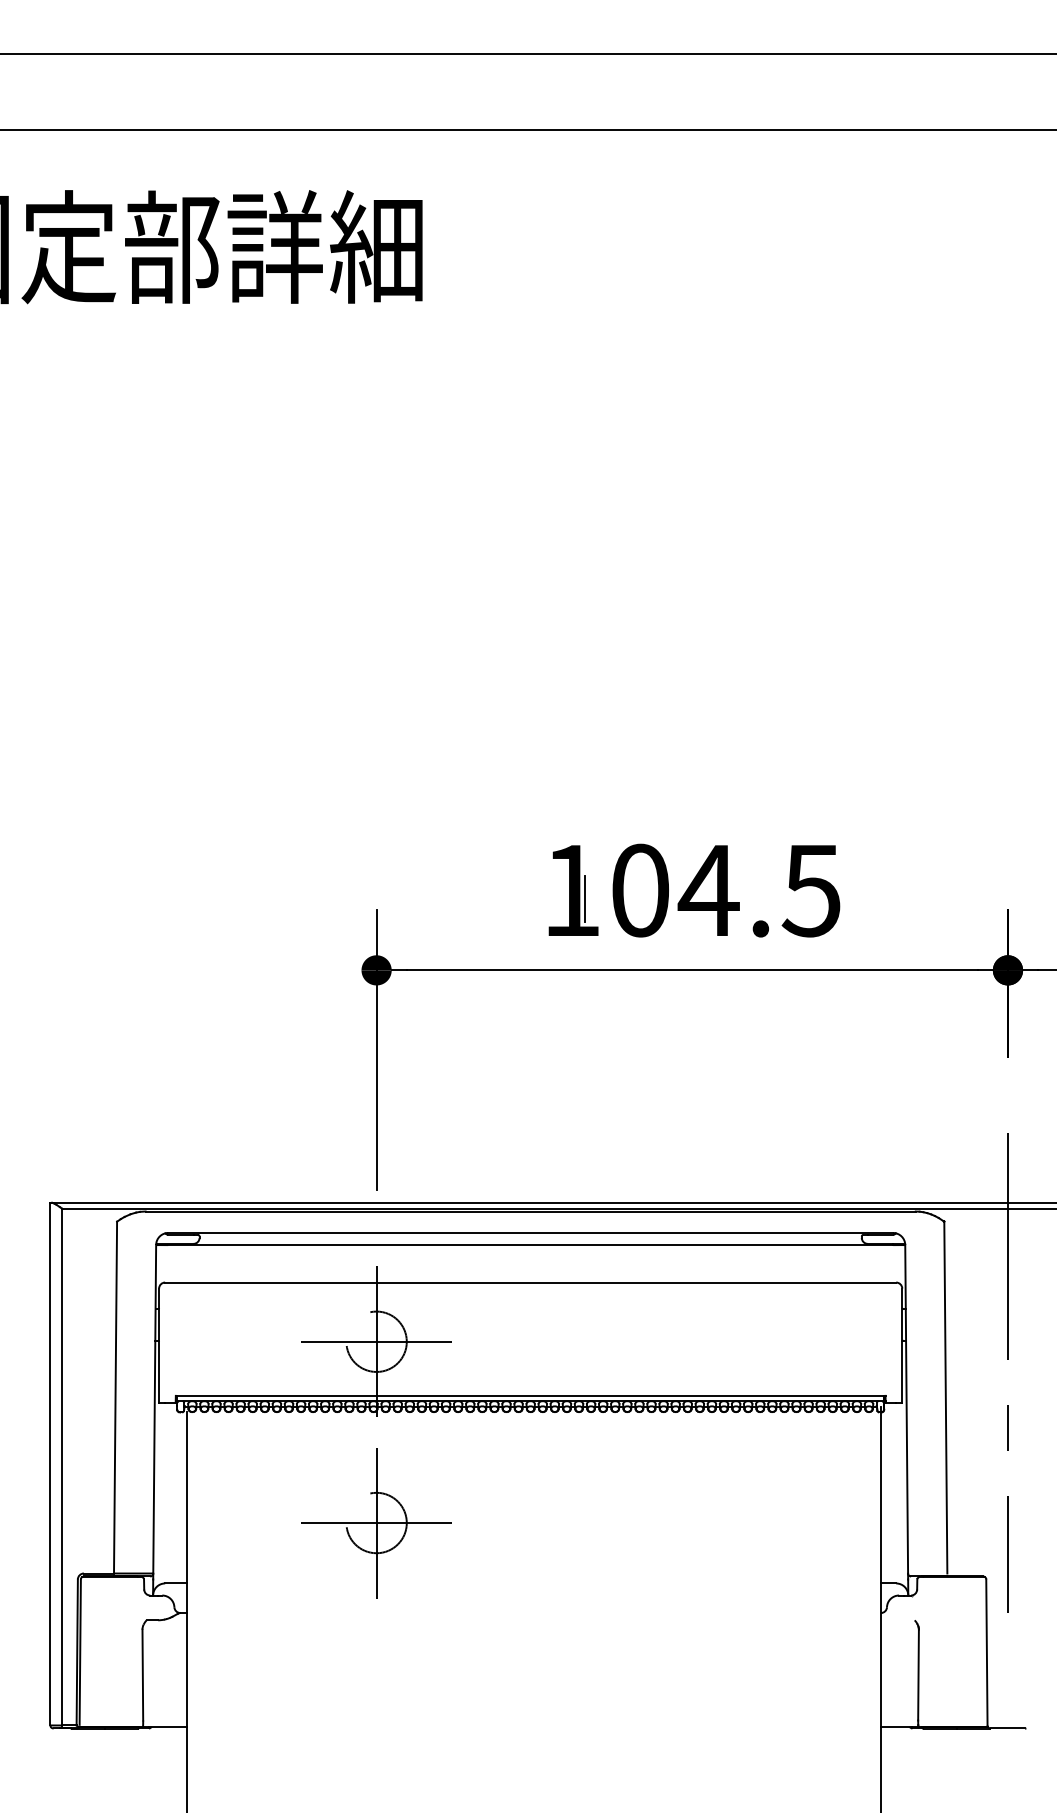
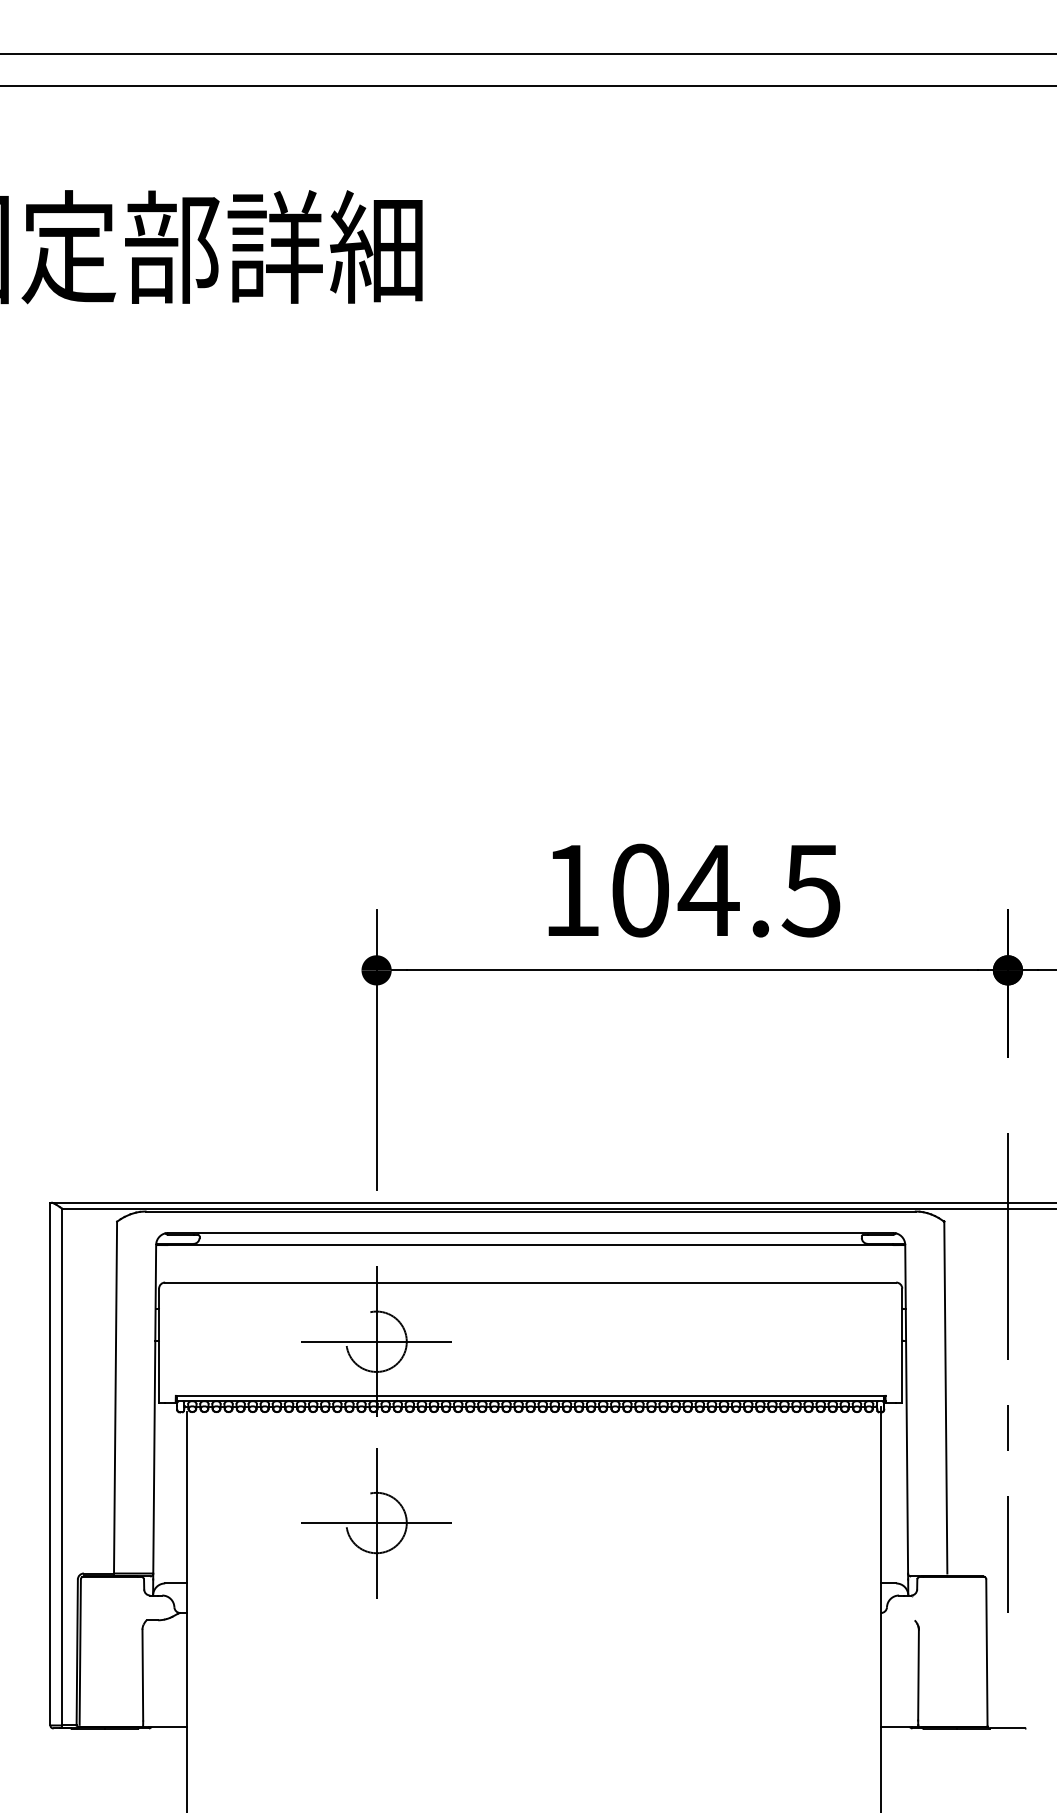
line at (527, 129) position: (527, 129) -> (527, 85)
line at (585, 898): present -> none
